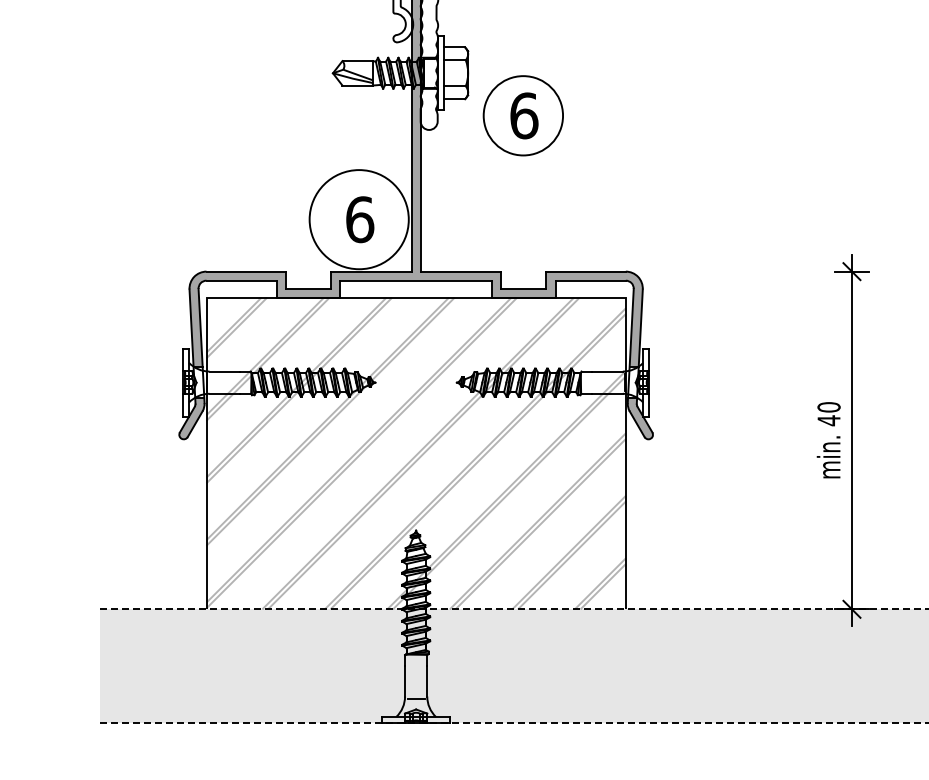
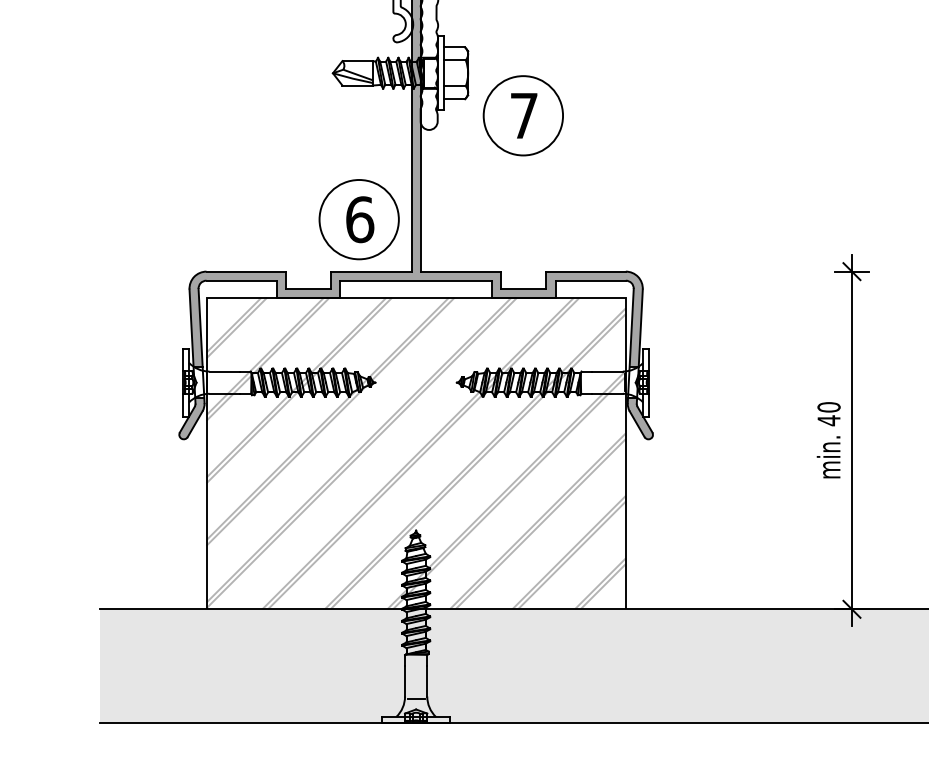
text at (524, 115): 6 -> 7
circle at (358, 219) diameter: 99 px -> 79 px
line at (514, 609): dashed -> solid
line at (514, 722): dashed -> solid
